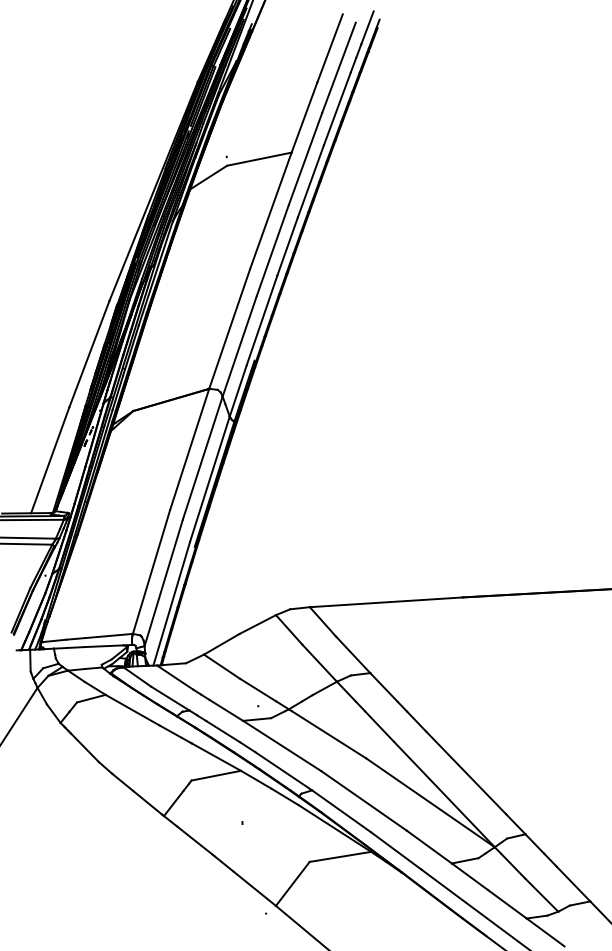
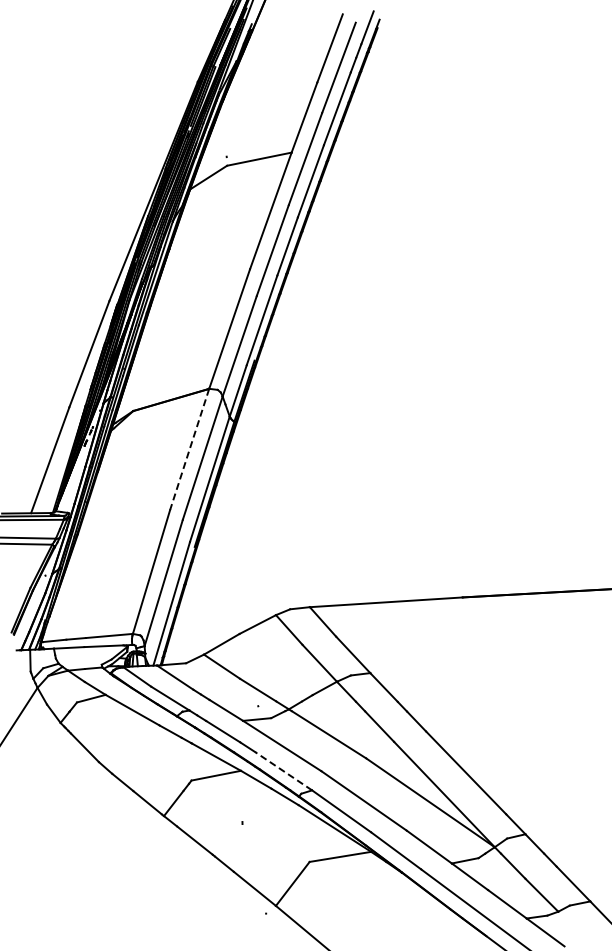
line at (189, 449): solid -> dashed
line at (283, 770): solid -> dashed
